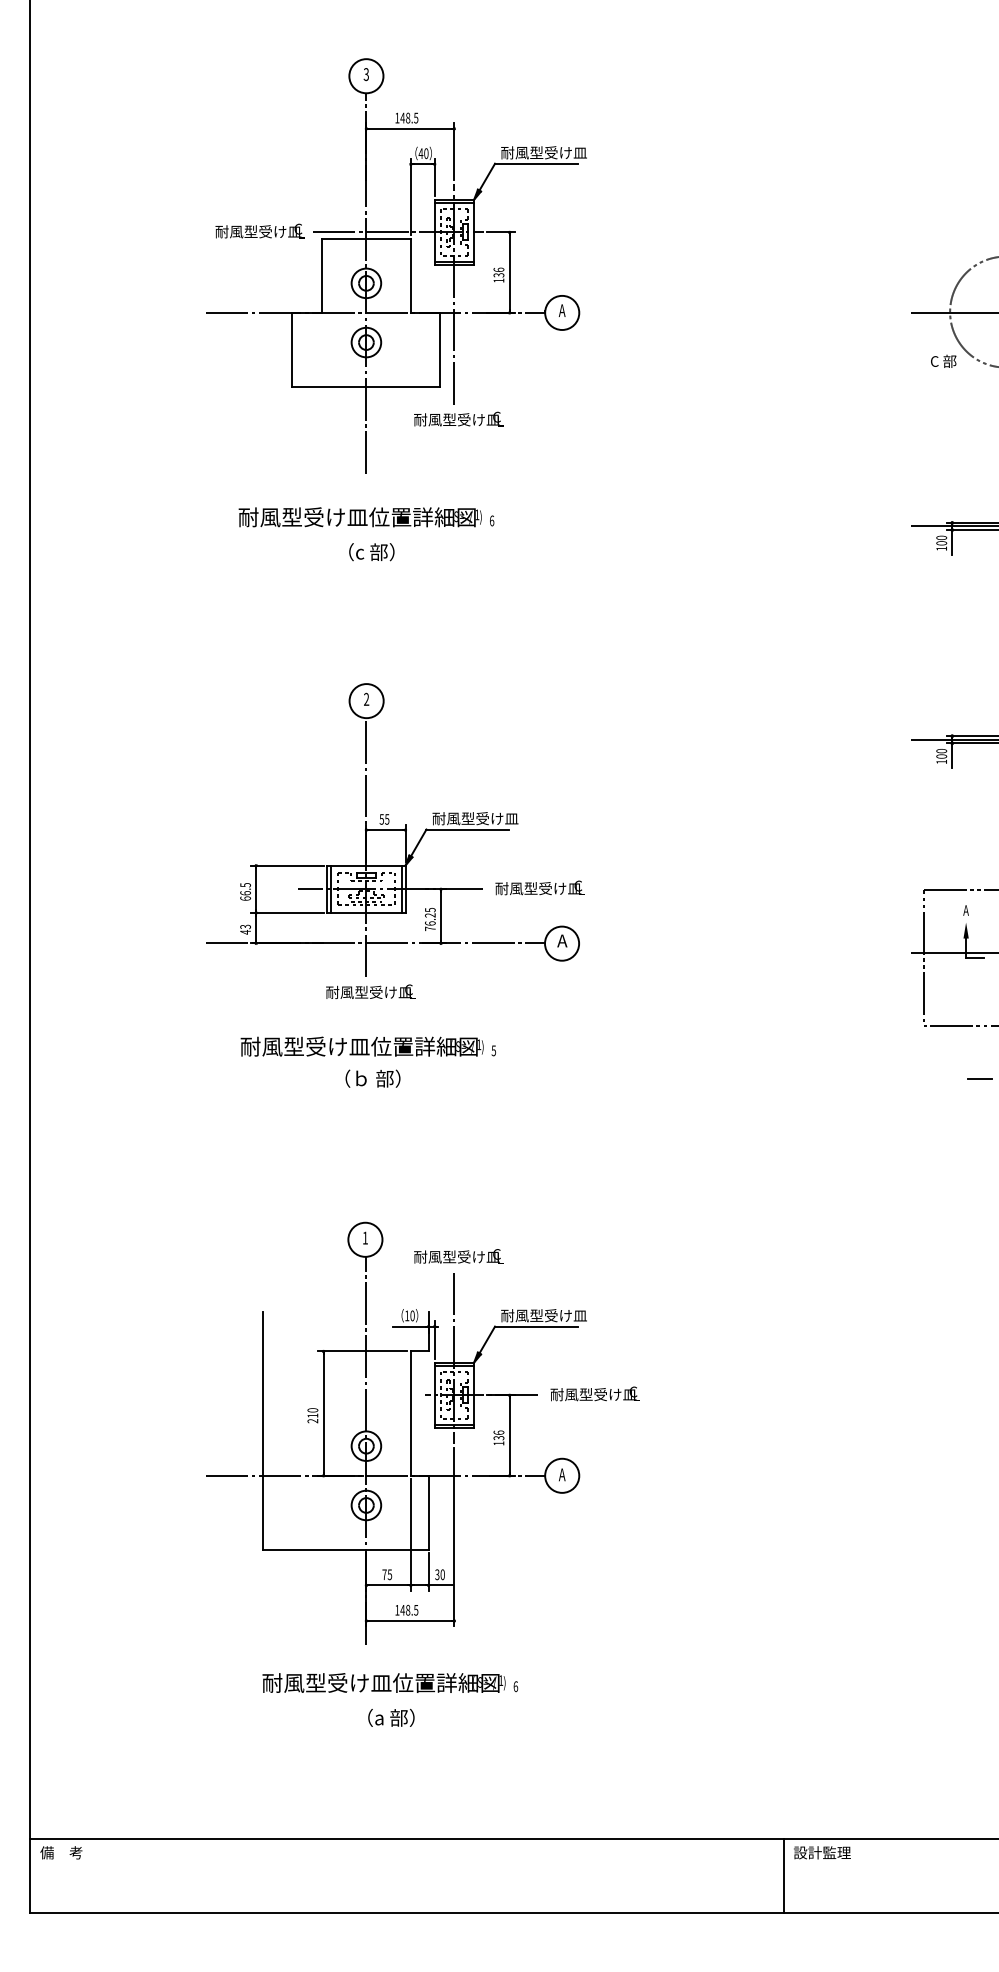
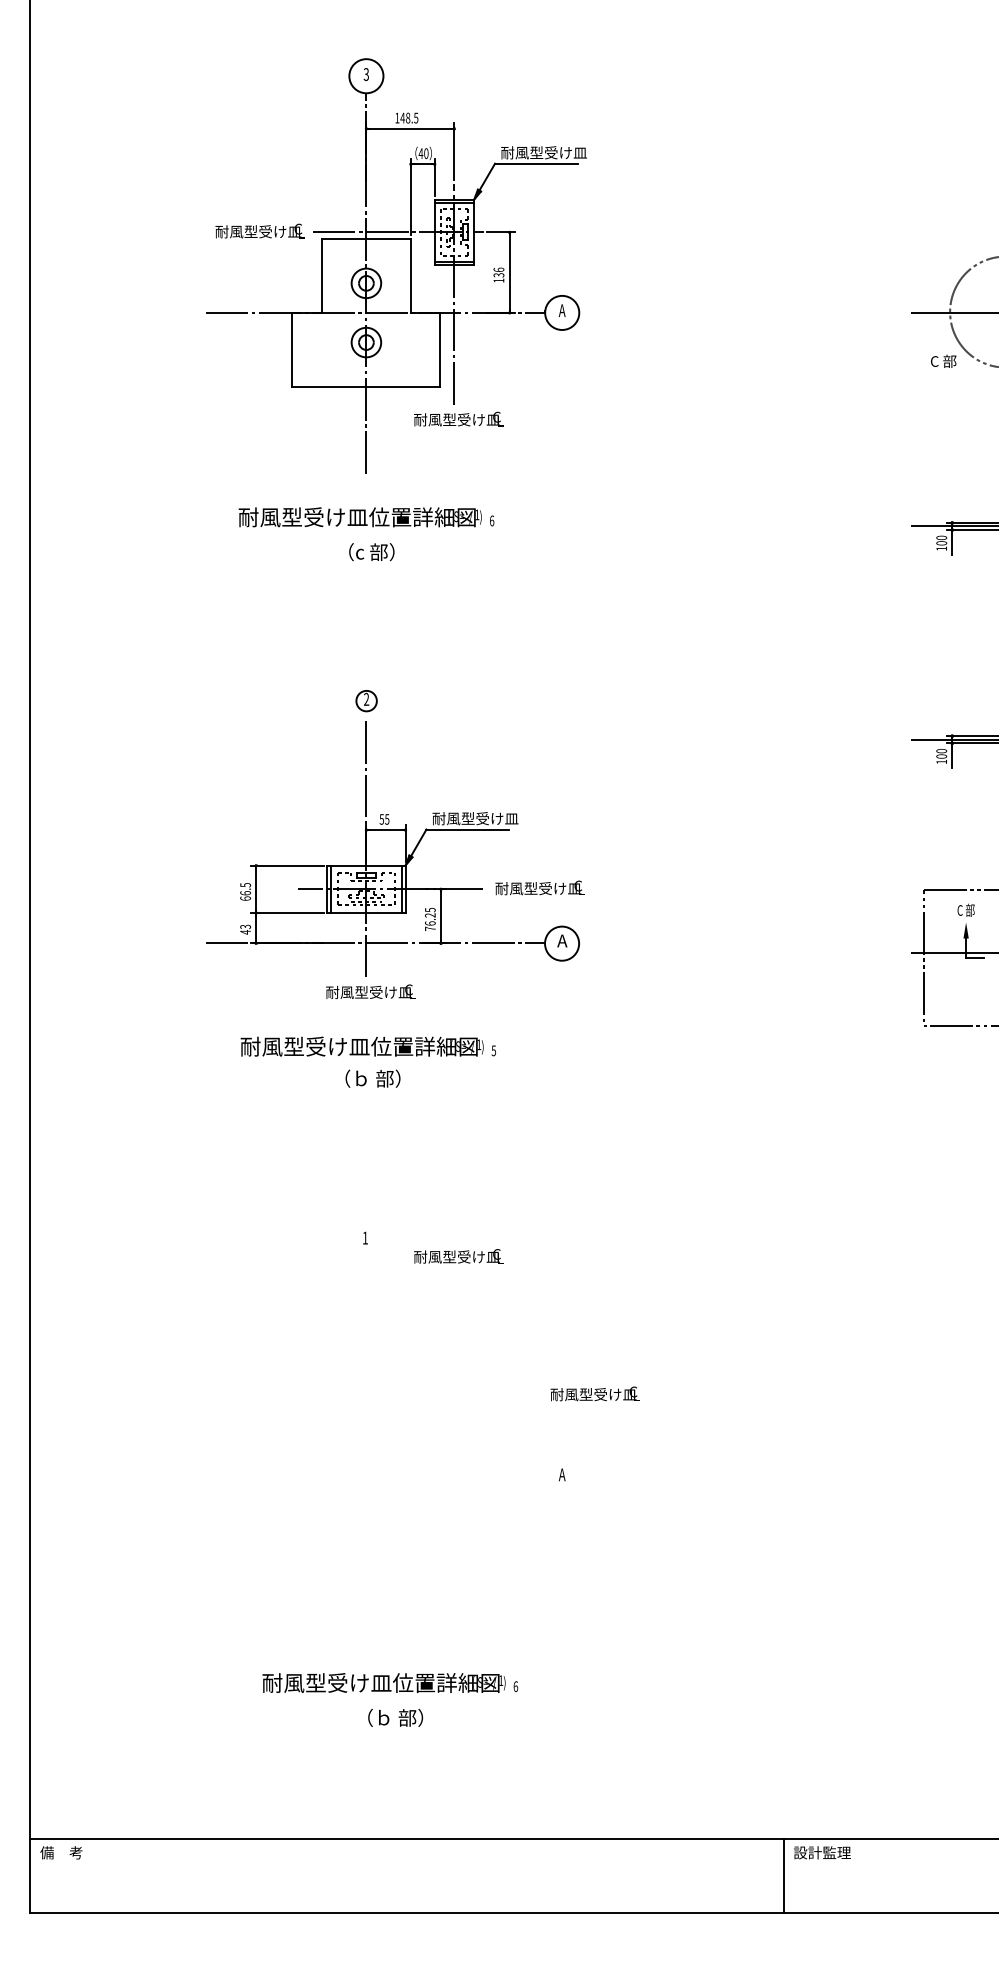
circle at (366, 701) diameter: 34 px -> 20 px
text at (965, 909): A -> C 部
line at (980, 1079): present -> none
part at (410, 1432): present -> none
text at (399, 1717): （a 部） -> （ｂ 部）
